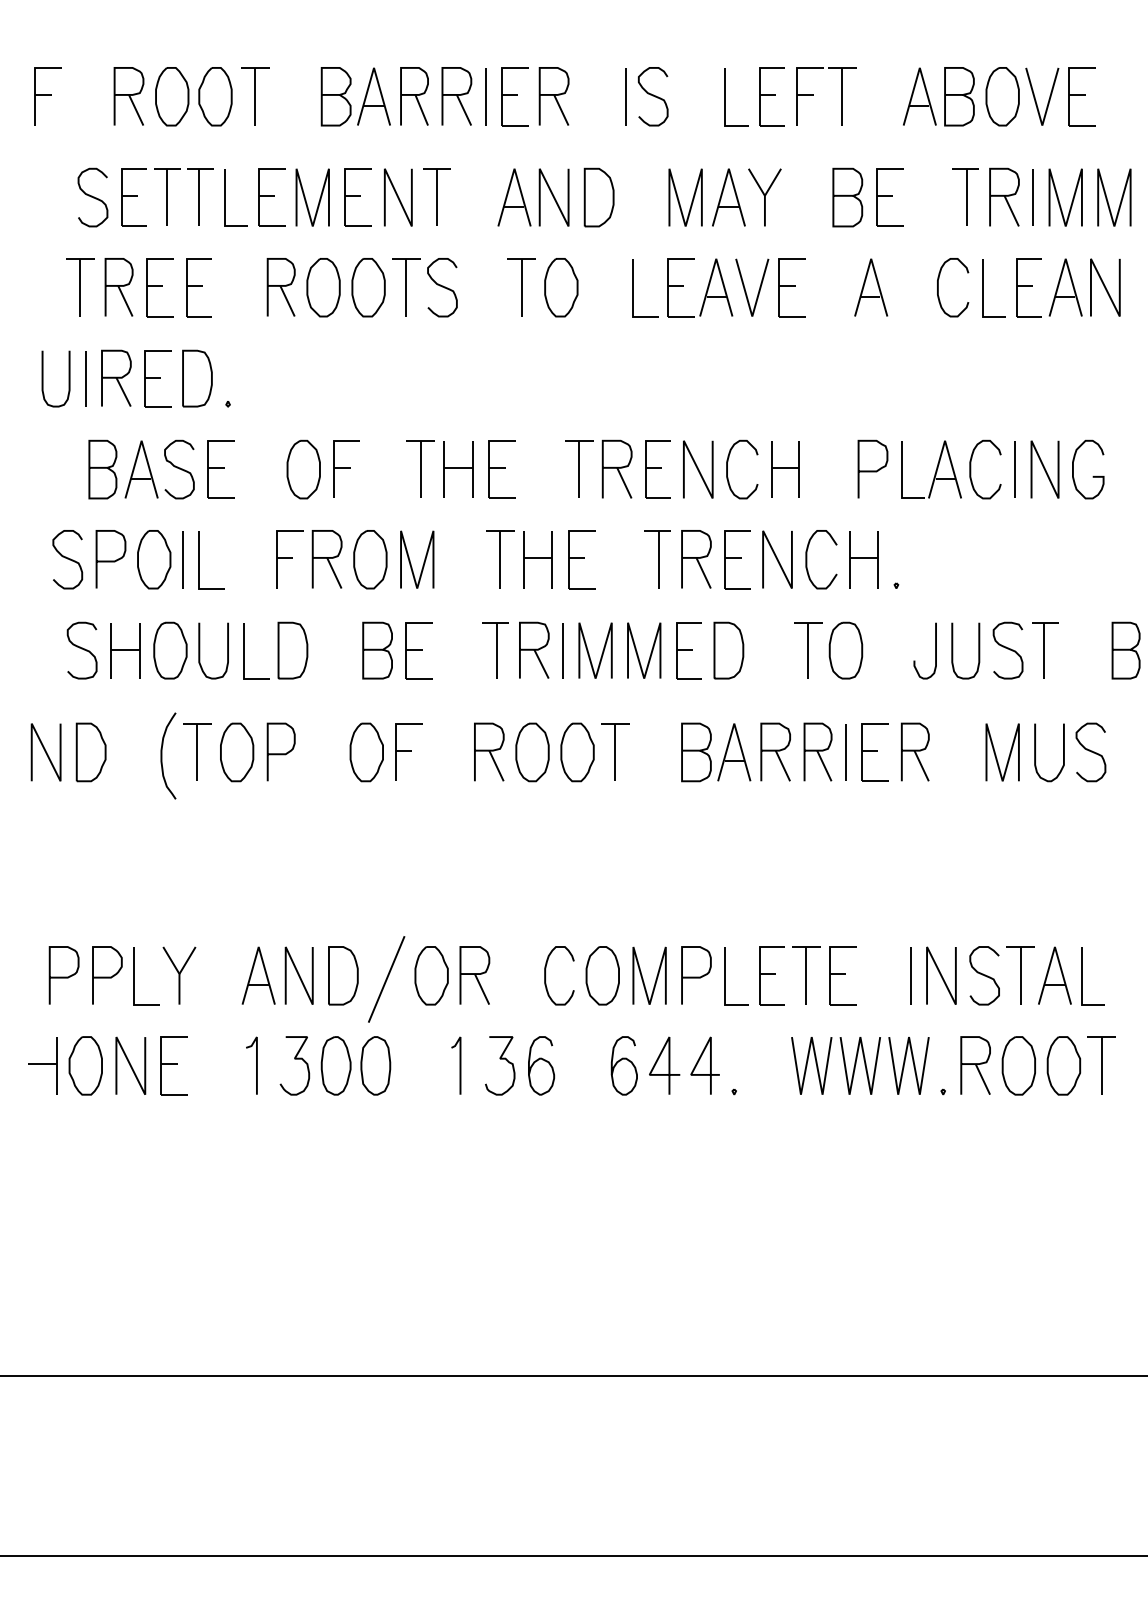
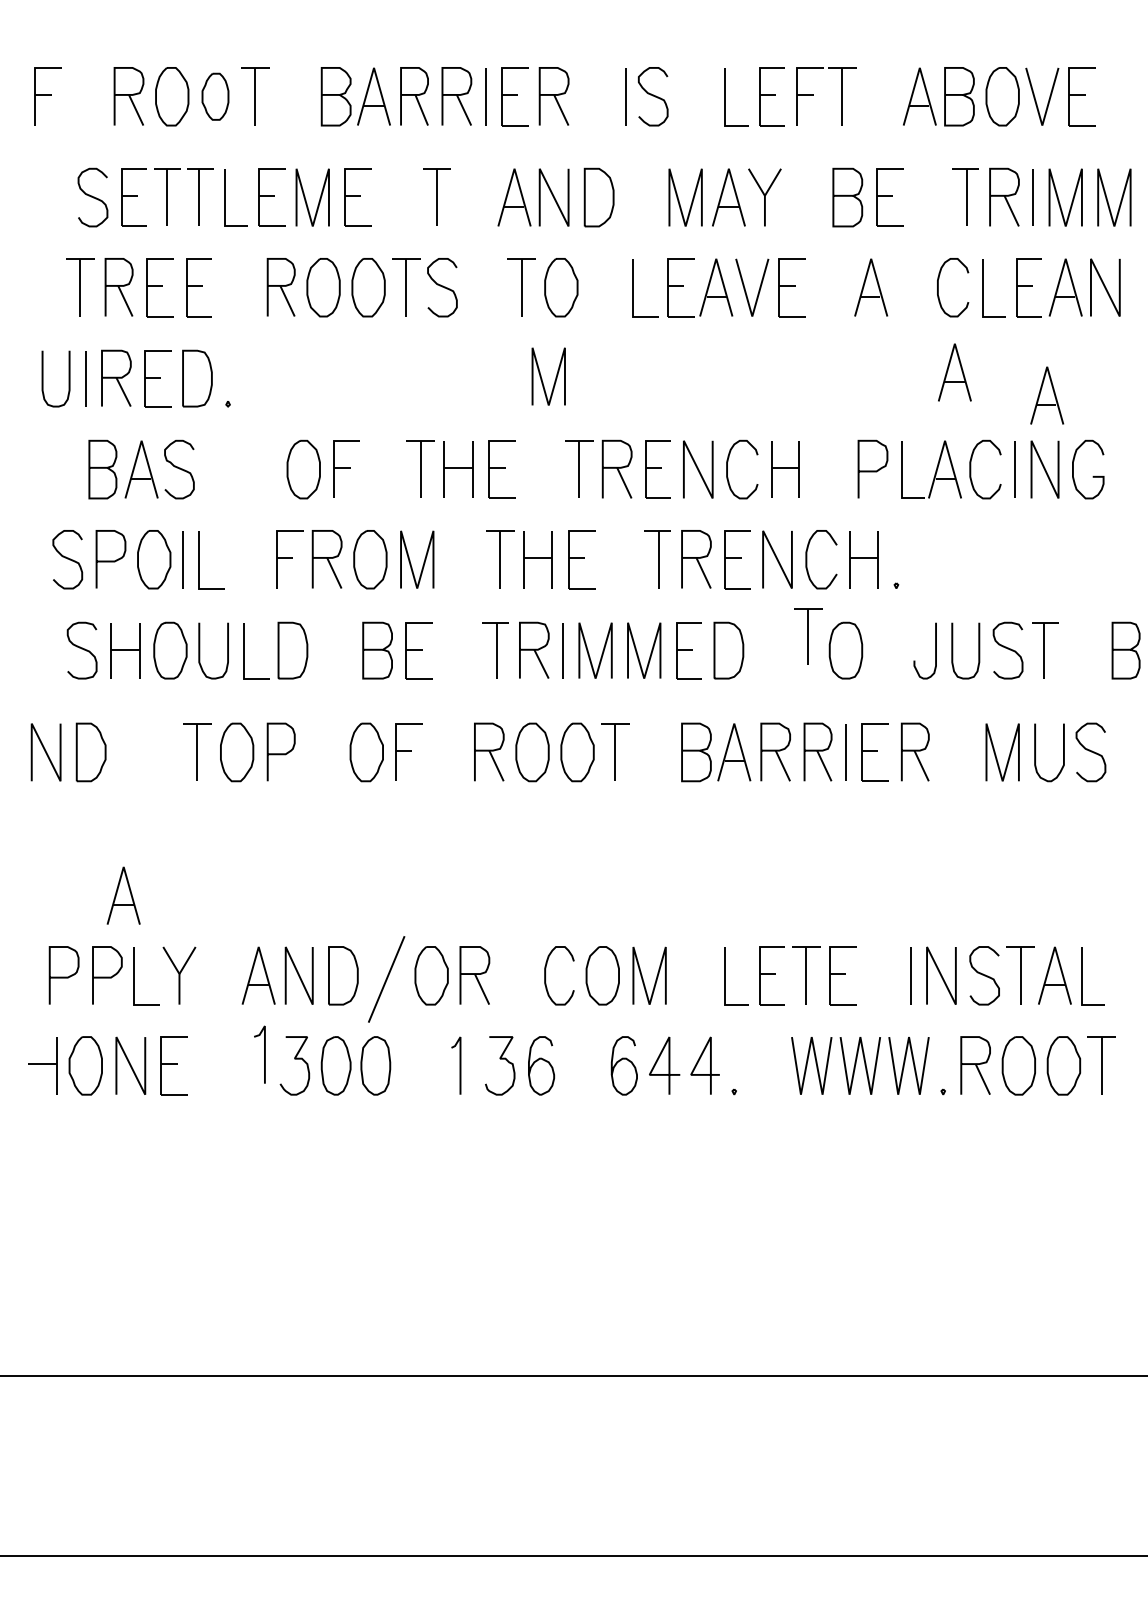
part at (215, 96) size: 35x60 px -> 29x49 px
line at (397, 197): present -> none
part at (954, 372): none -> present
line at (542, 378): none -> present
part at (1047, 395): none -> present
part at (220, 469): present -> none
part at (808, 650) position: (808, 650) -> (808, 636)
curve at (162, 755): present -> none
part at (123, 895): none -> present
curve at (696, 976): present -> none
line at (256, 1065) position: (256, 1065) -> (264, 1054)
